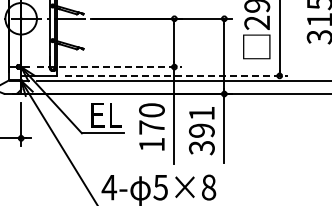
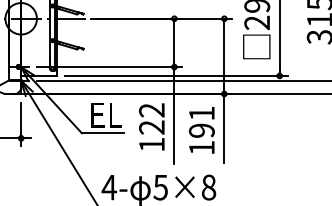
line at (109, 67): dashed -> solid
line at (176, 75): dashed -> solid
text at (151, 118): 170 -> 122
text at (201, 148): 391 -> 191
